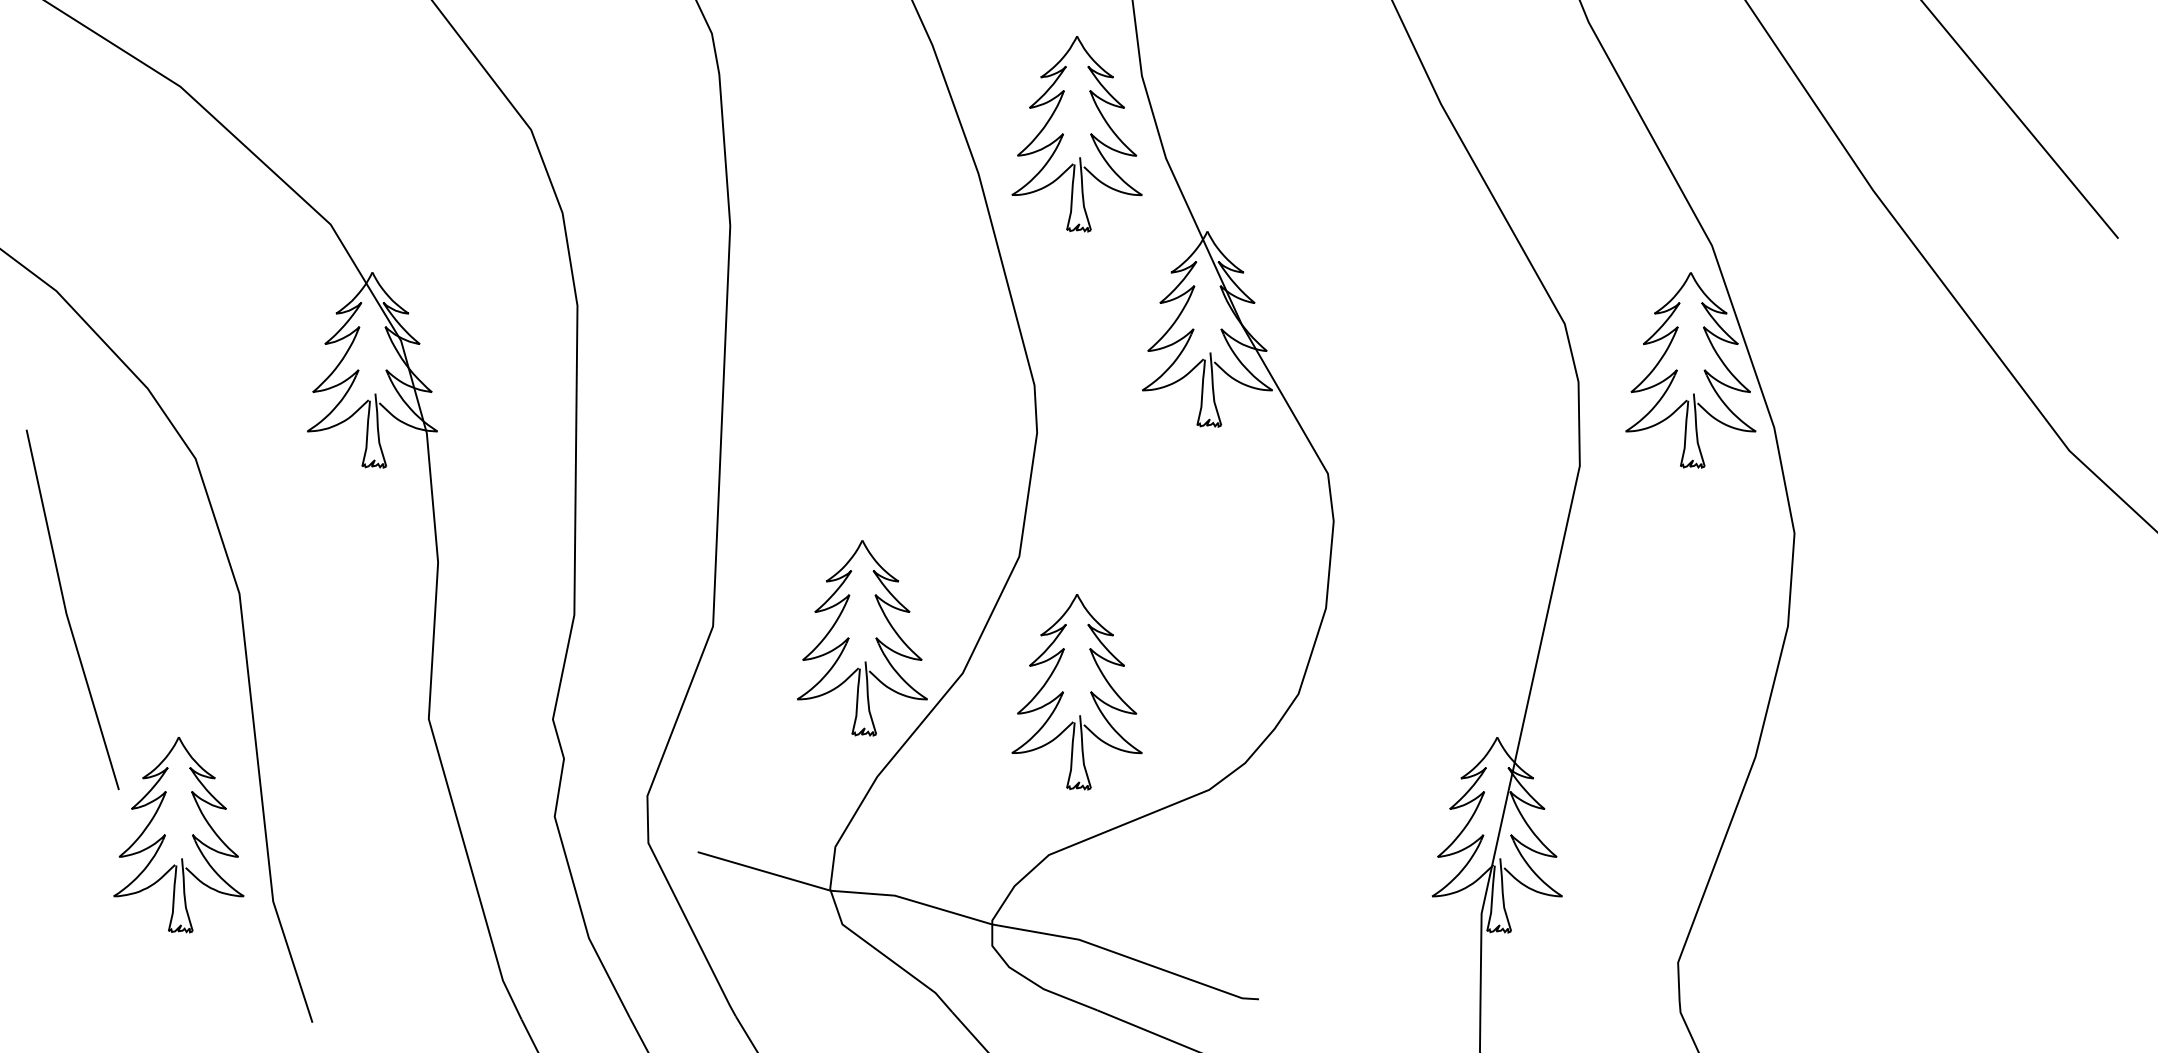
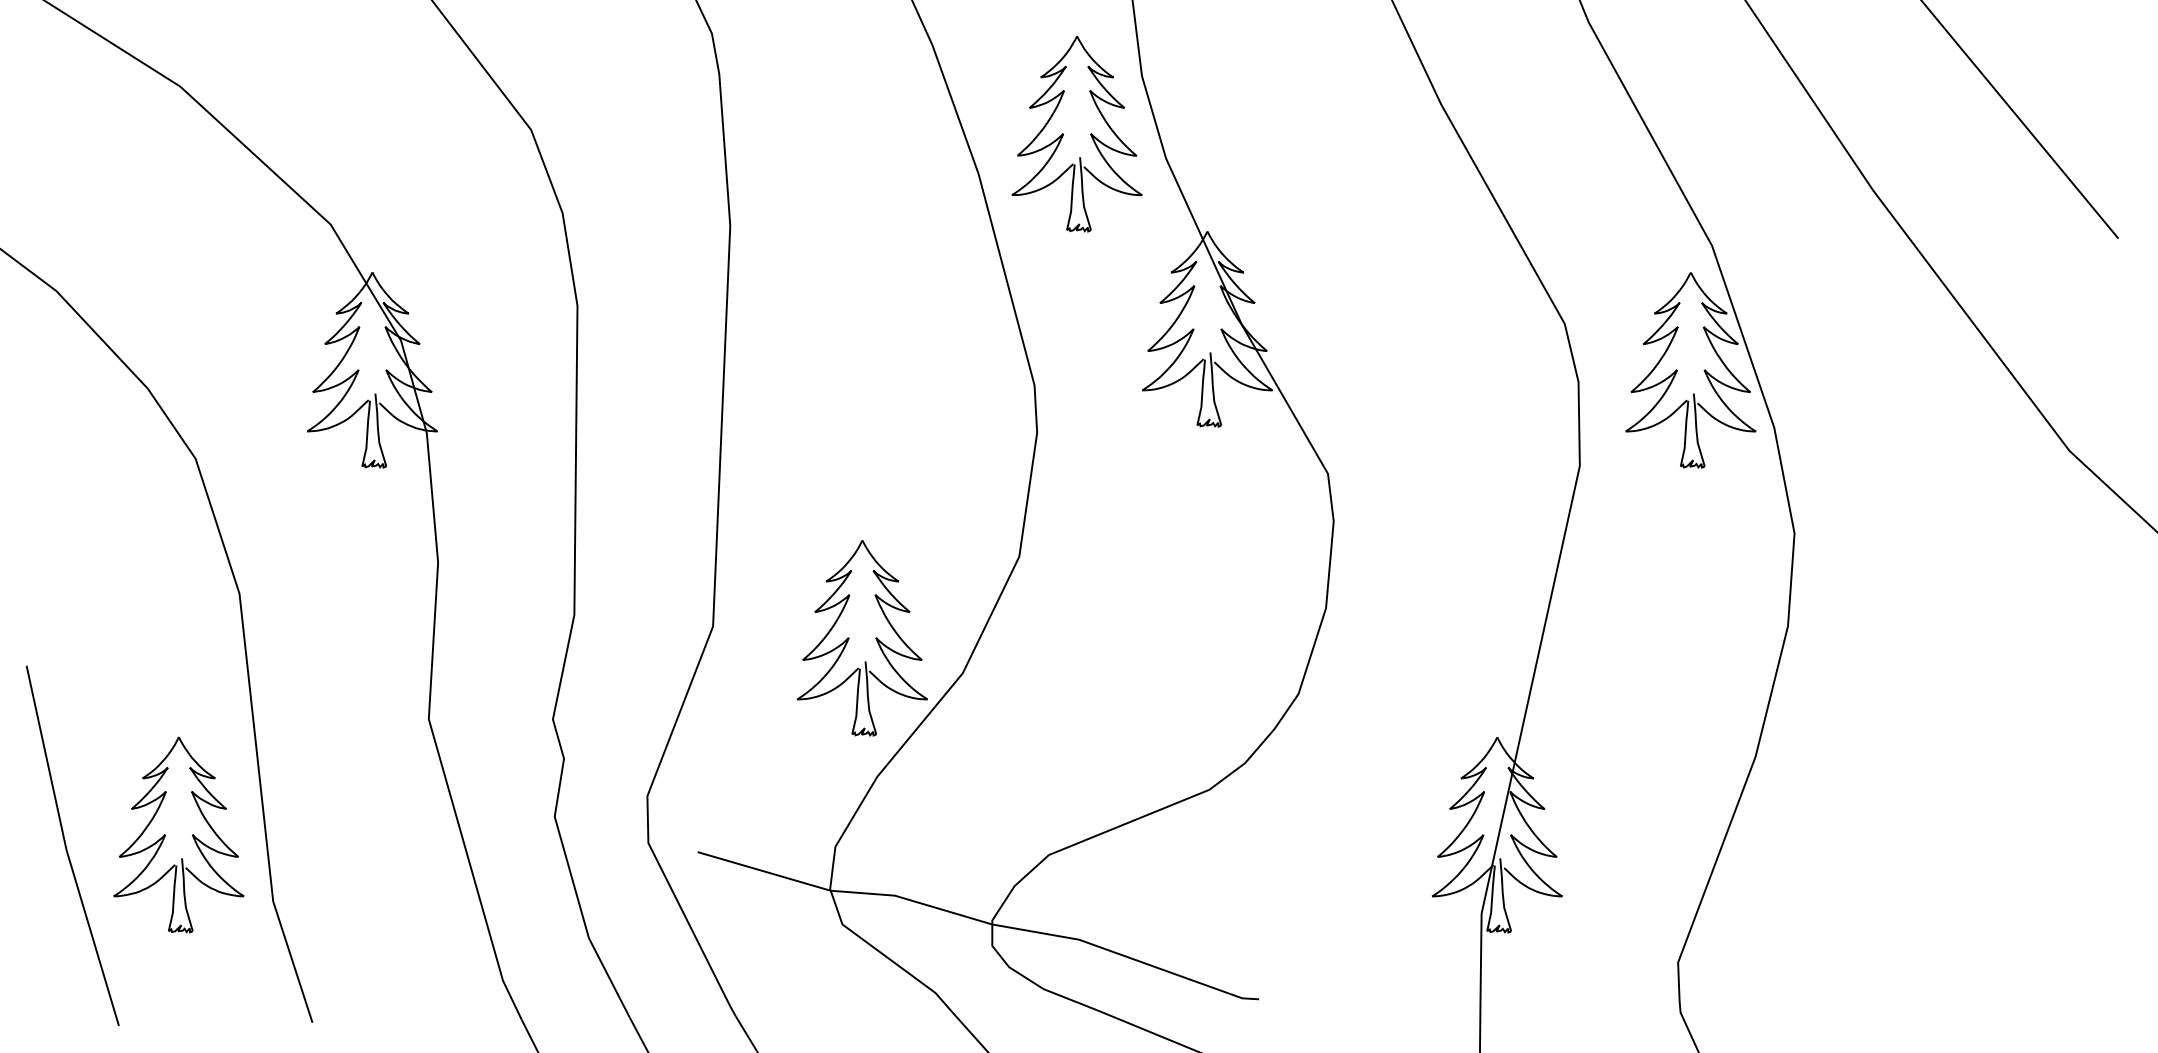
line at (67, 612) position: (67, 612) -> (67, 848)
part at (1063, 692): present -> none
